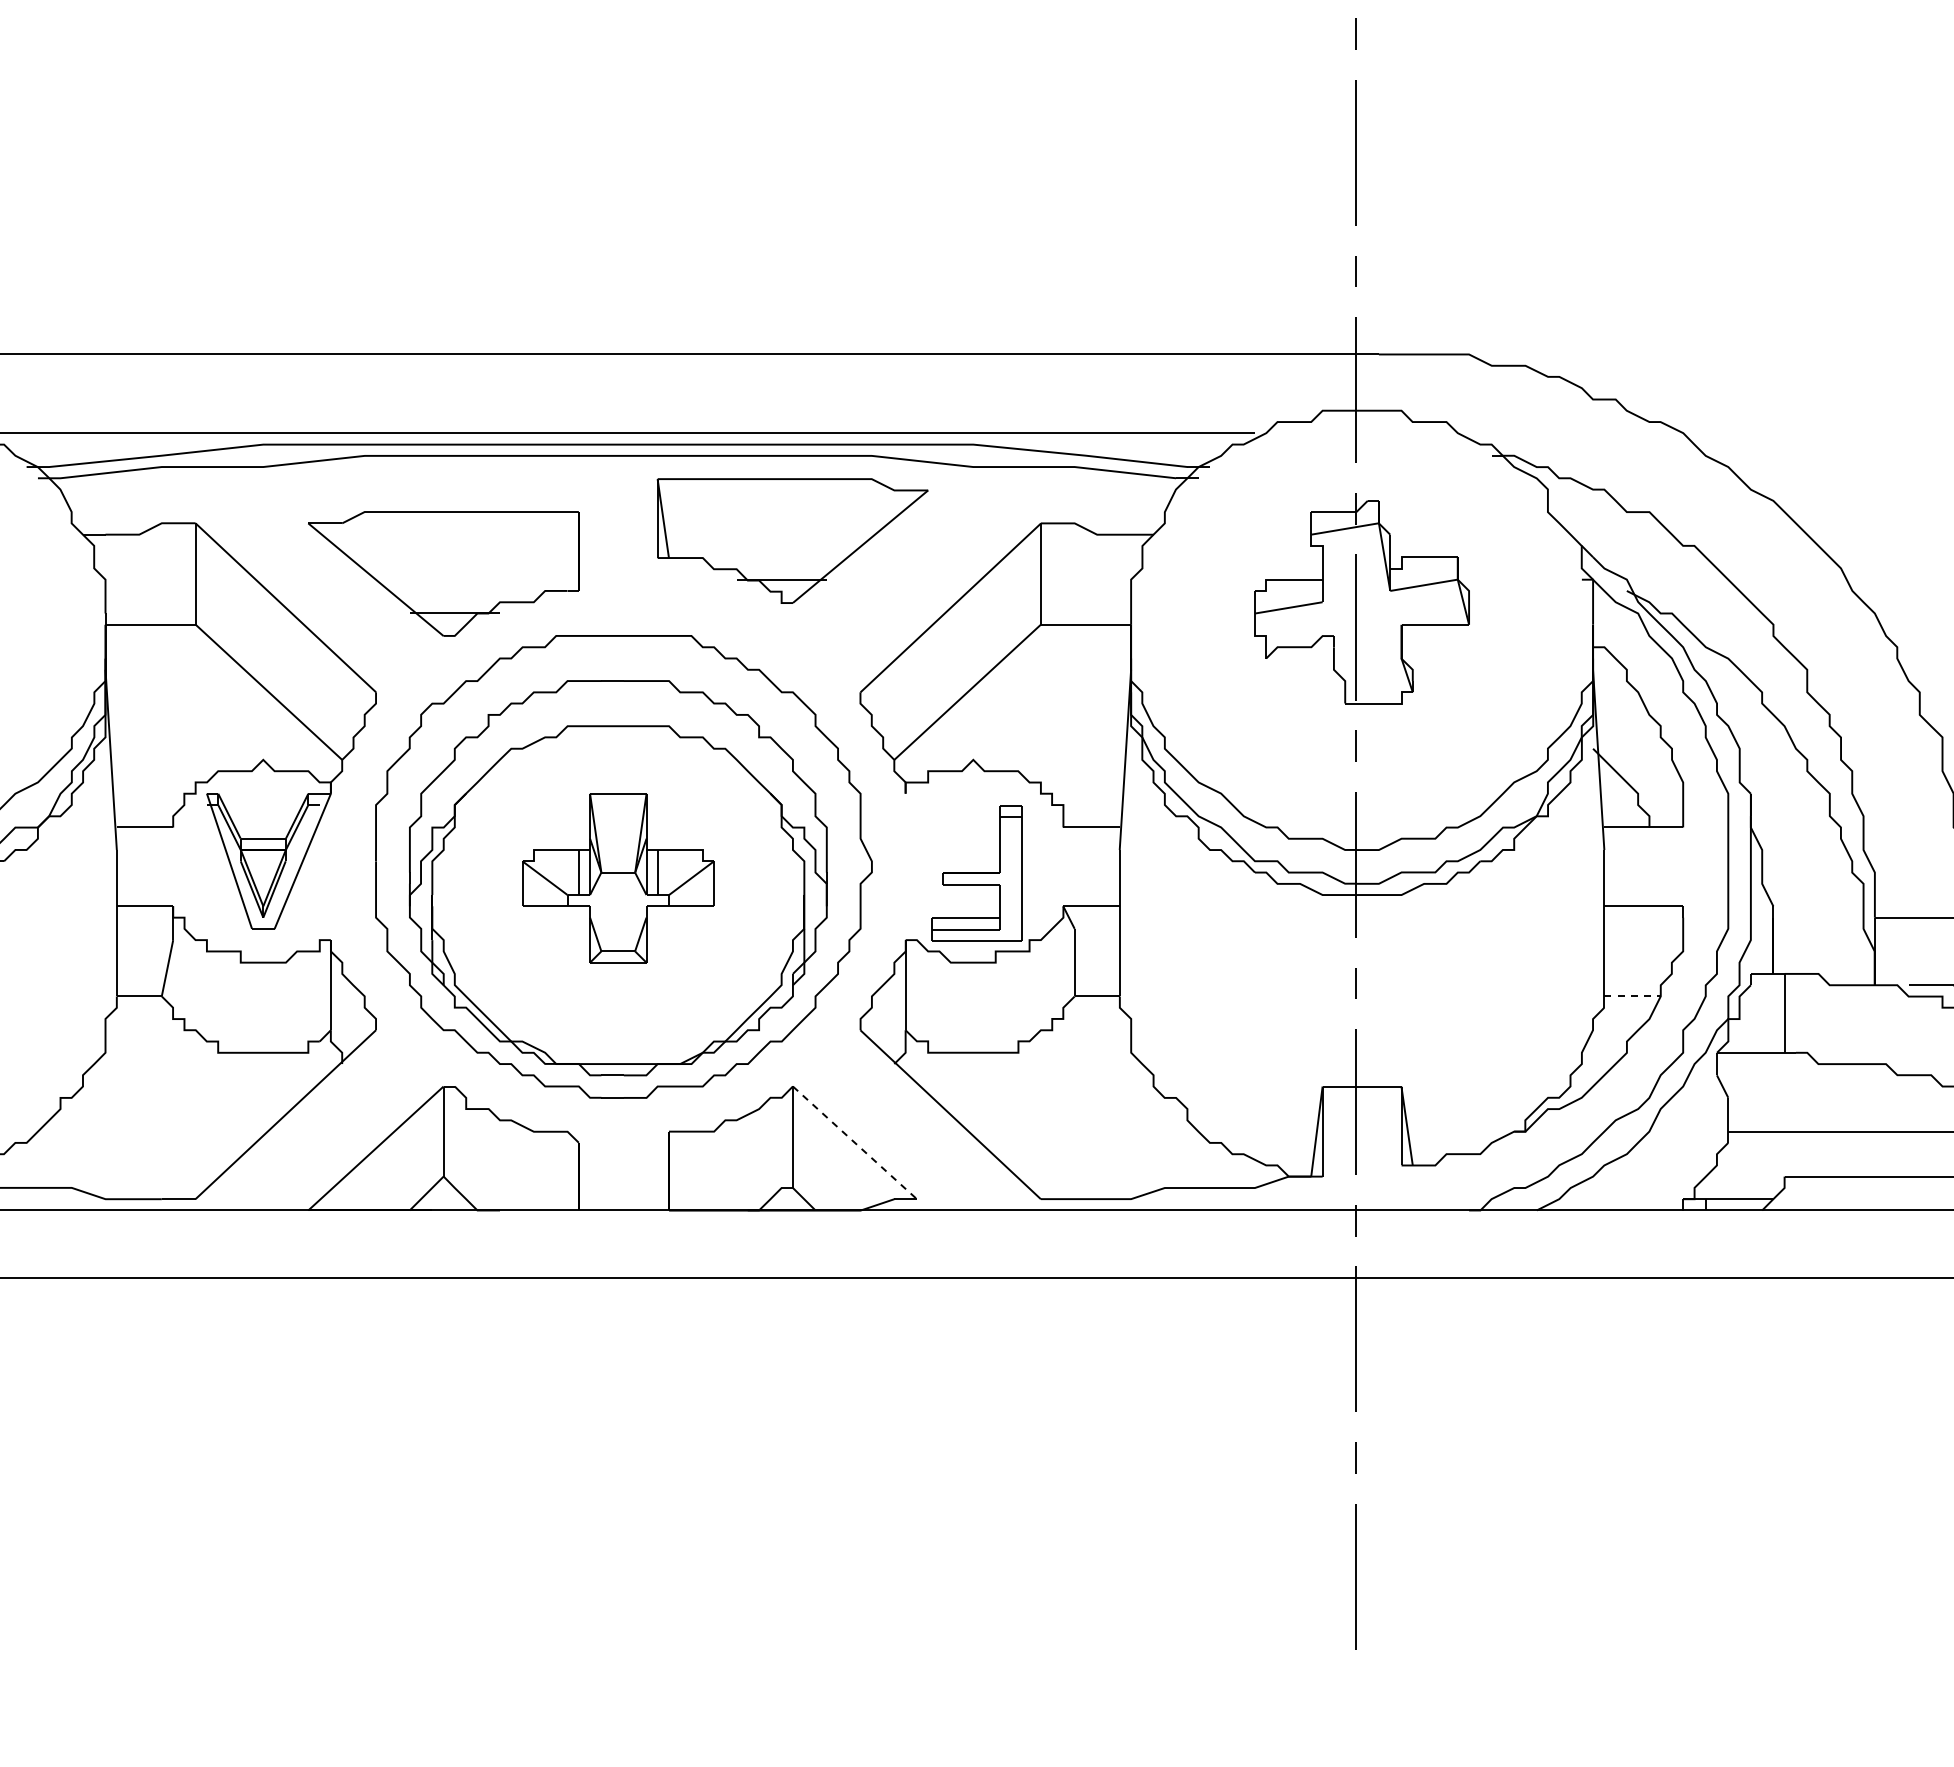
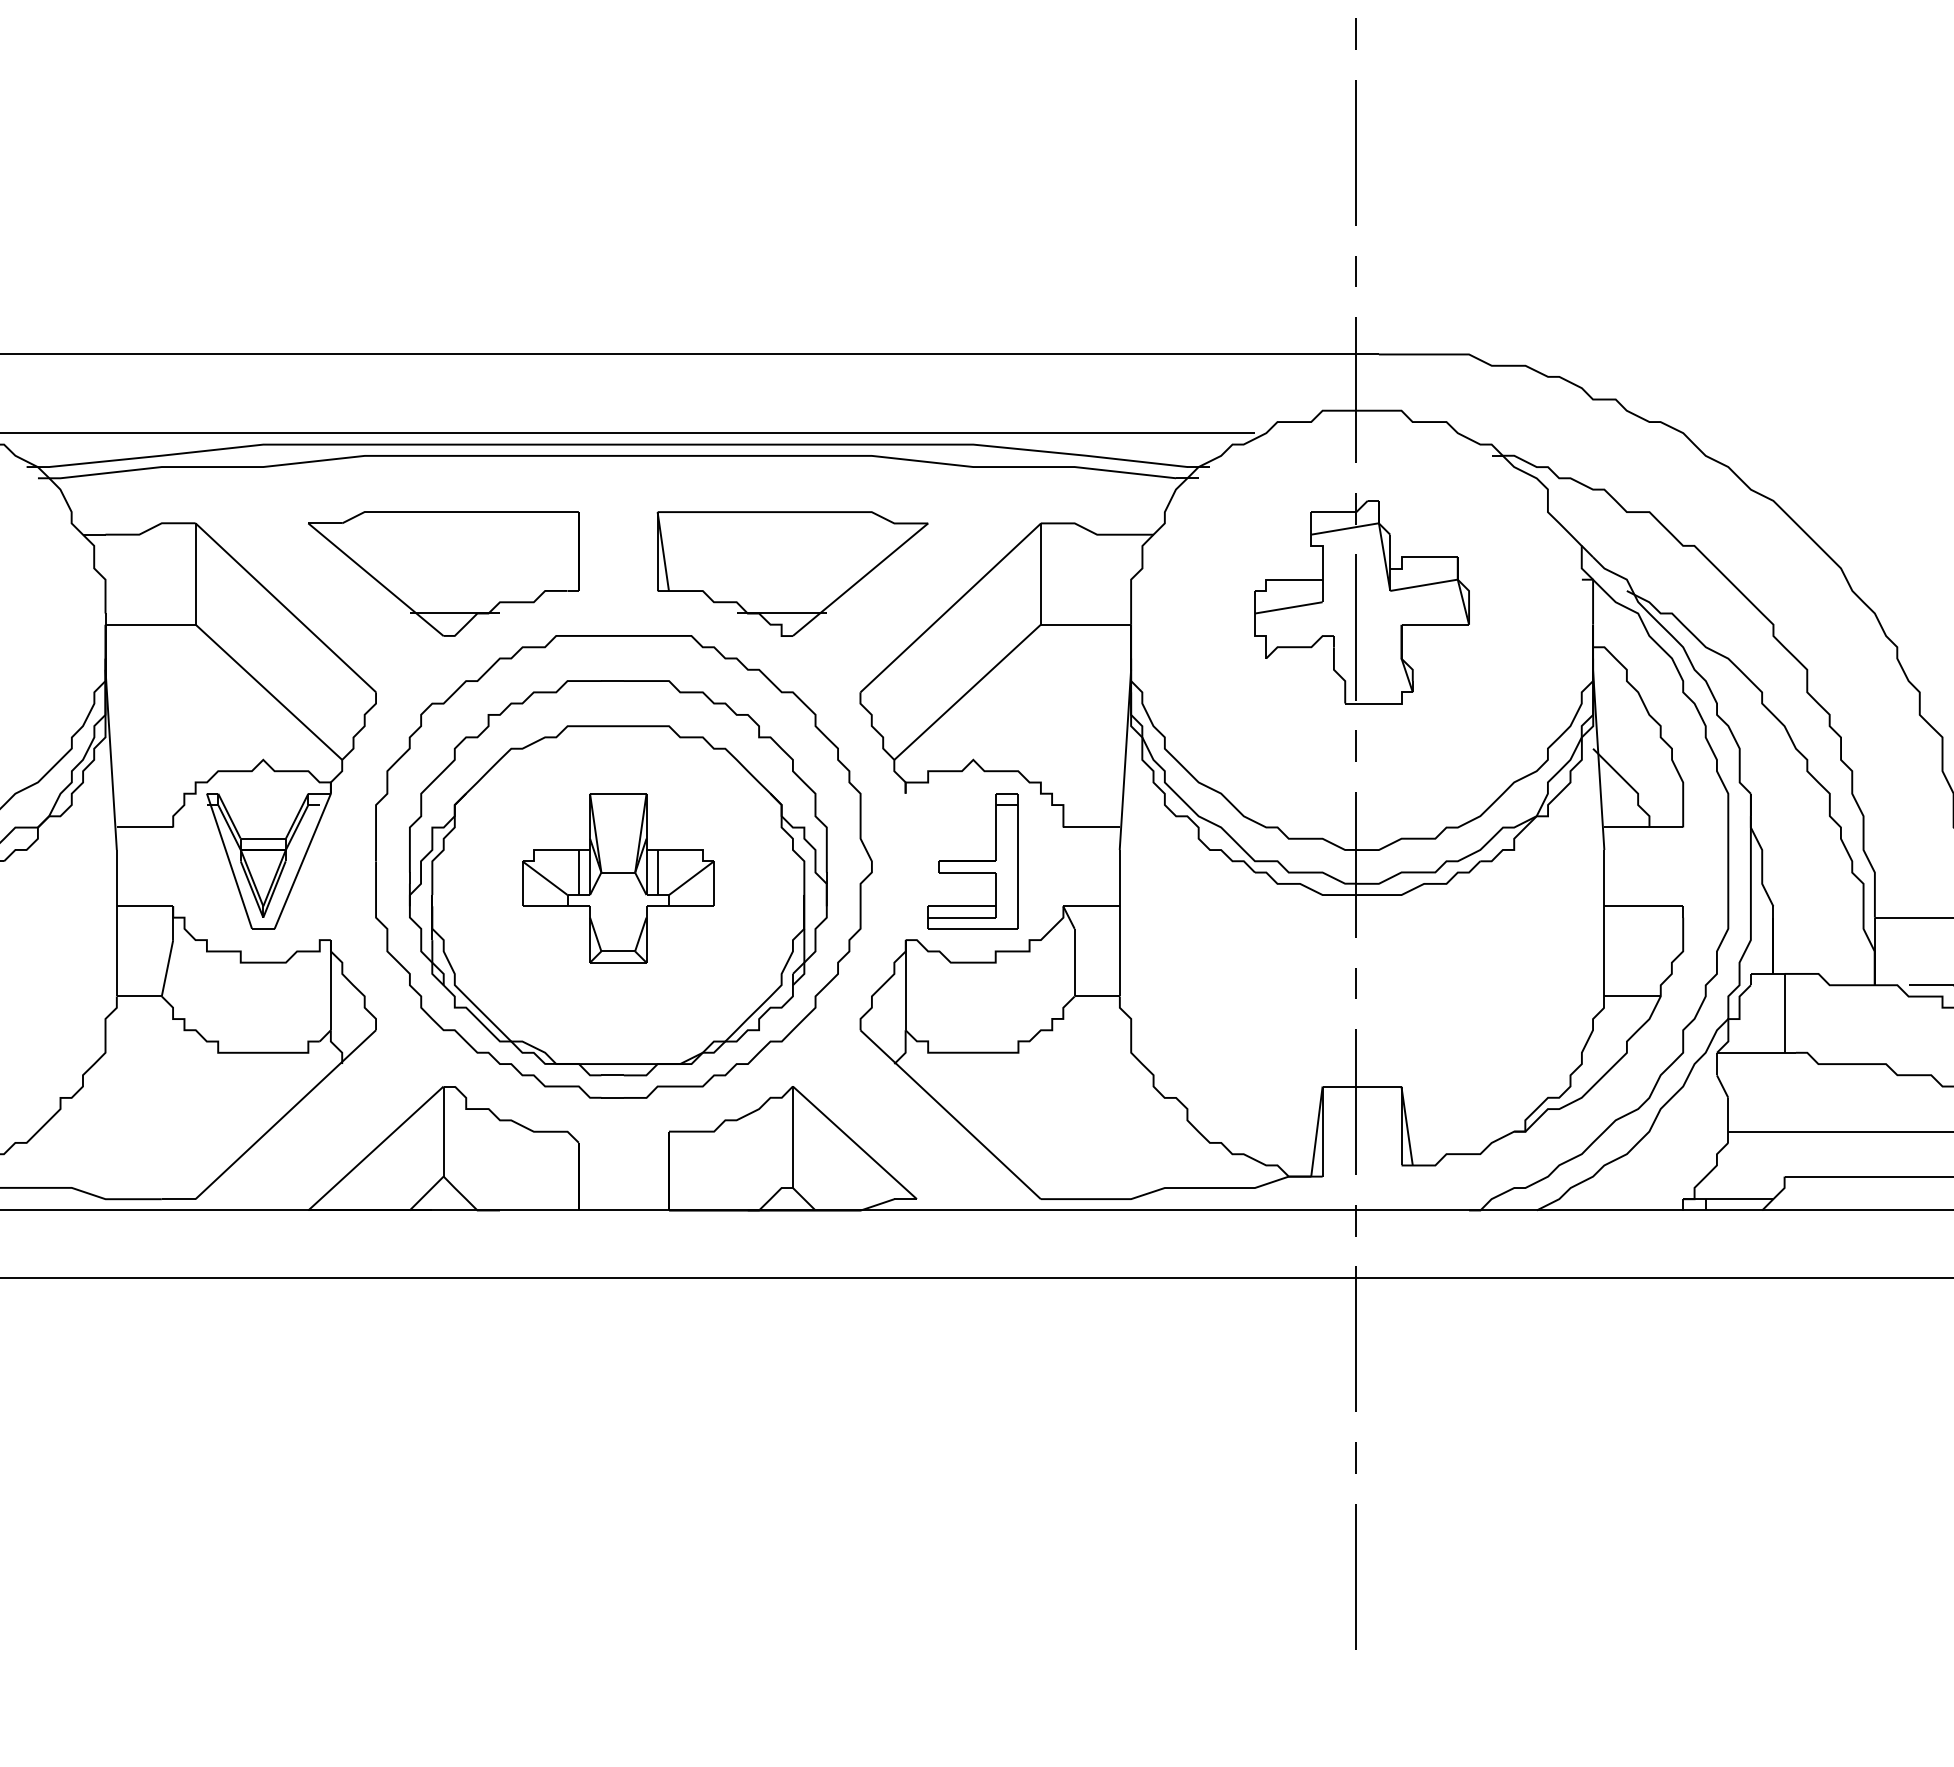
part at (792, 540) position: (792, 540) -> (792, 573)
part at (976, 873) position: (976, 873) -> (972, 861)
line at (1632, 996): dashed -> solid
line at (854, 1142): dashed -> solid
